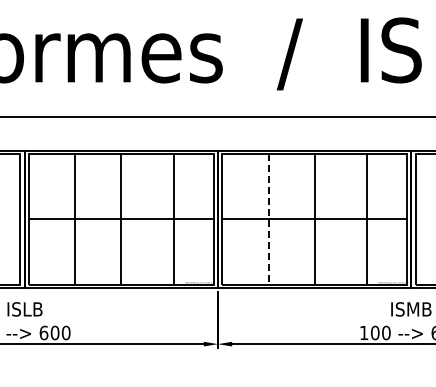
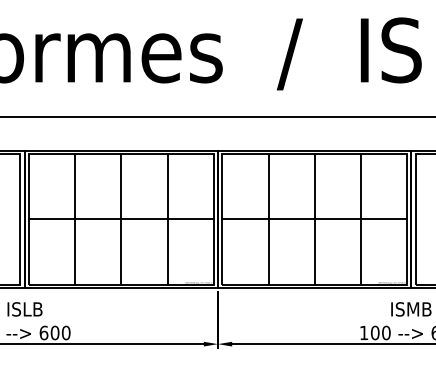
line at (173, 219) position: (173, 219) -> (167, 219)
line at (268, 219): dashed -> solid
line at (366, 219) position: (366, 219) -> (360, 219)
